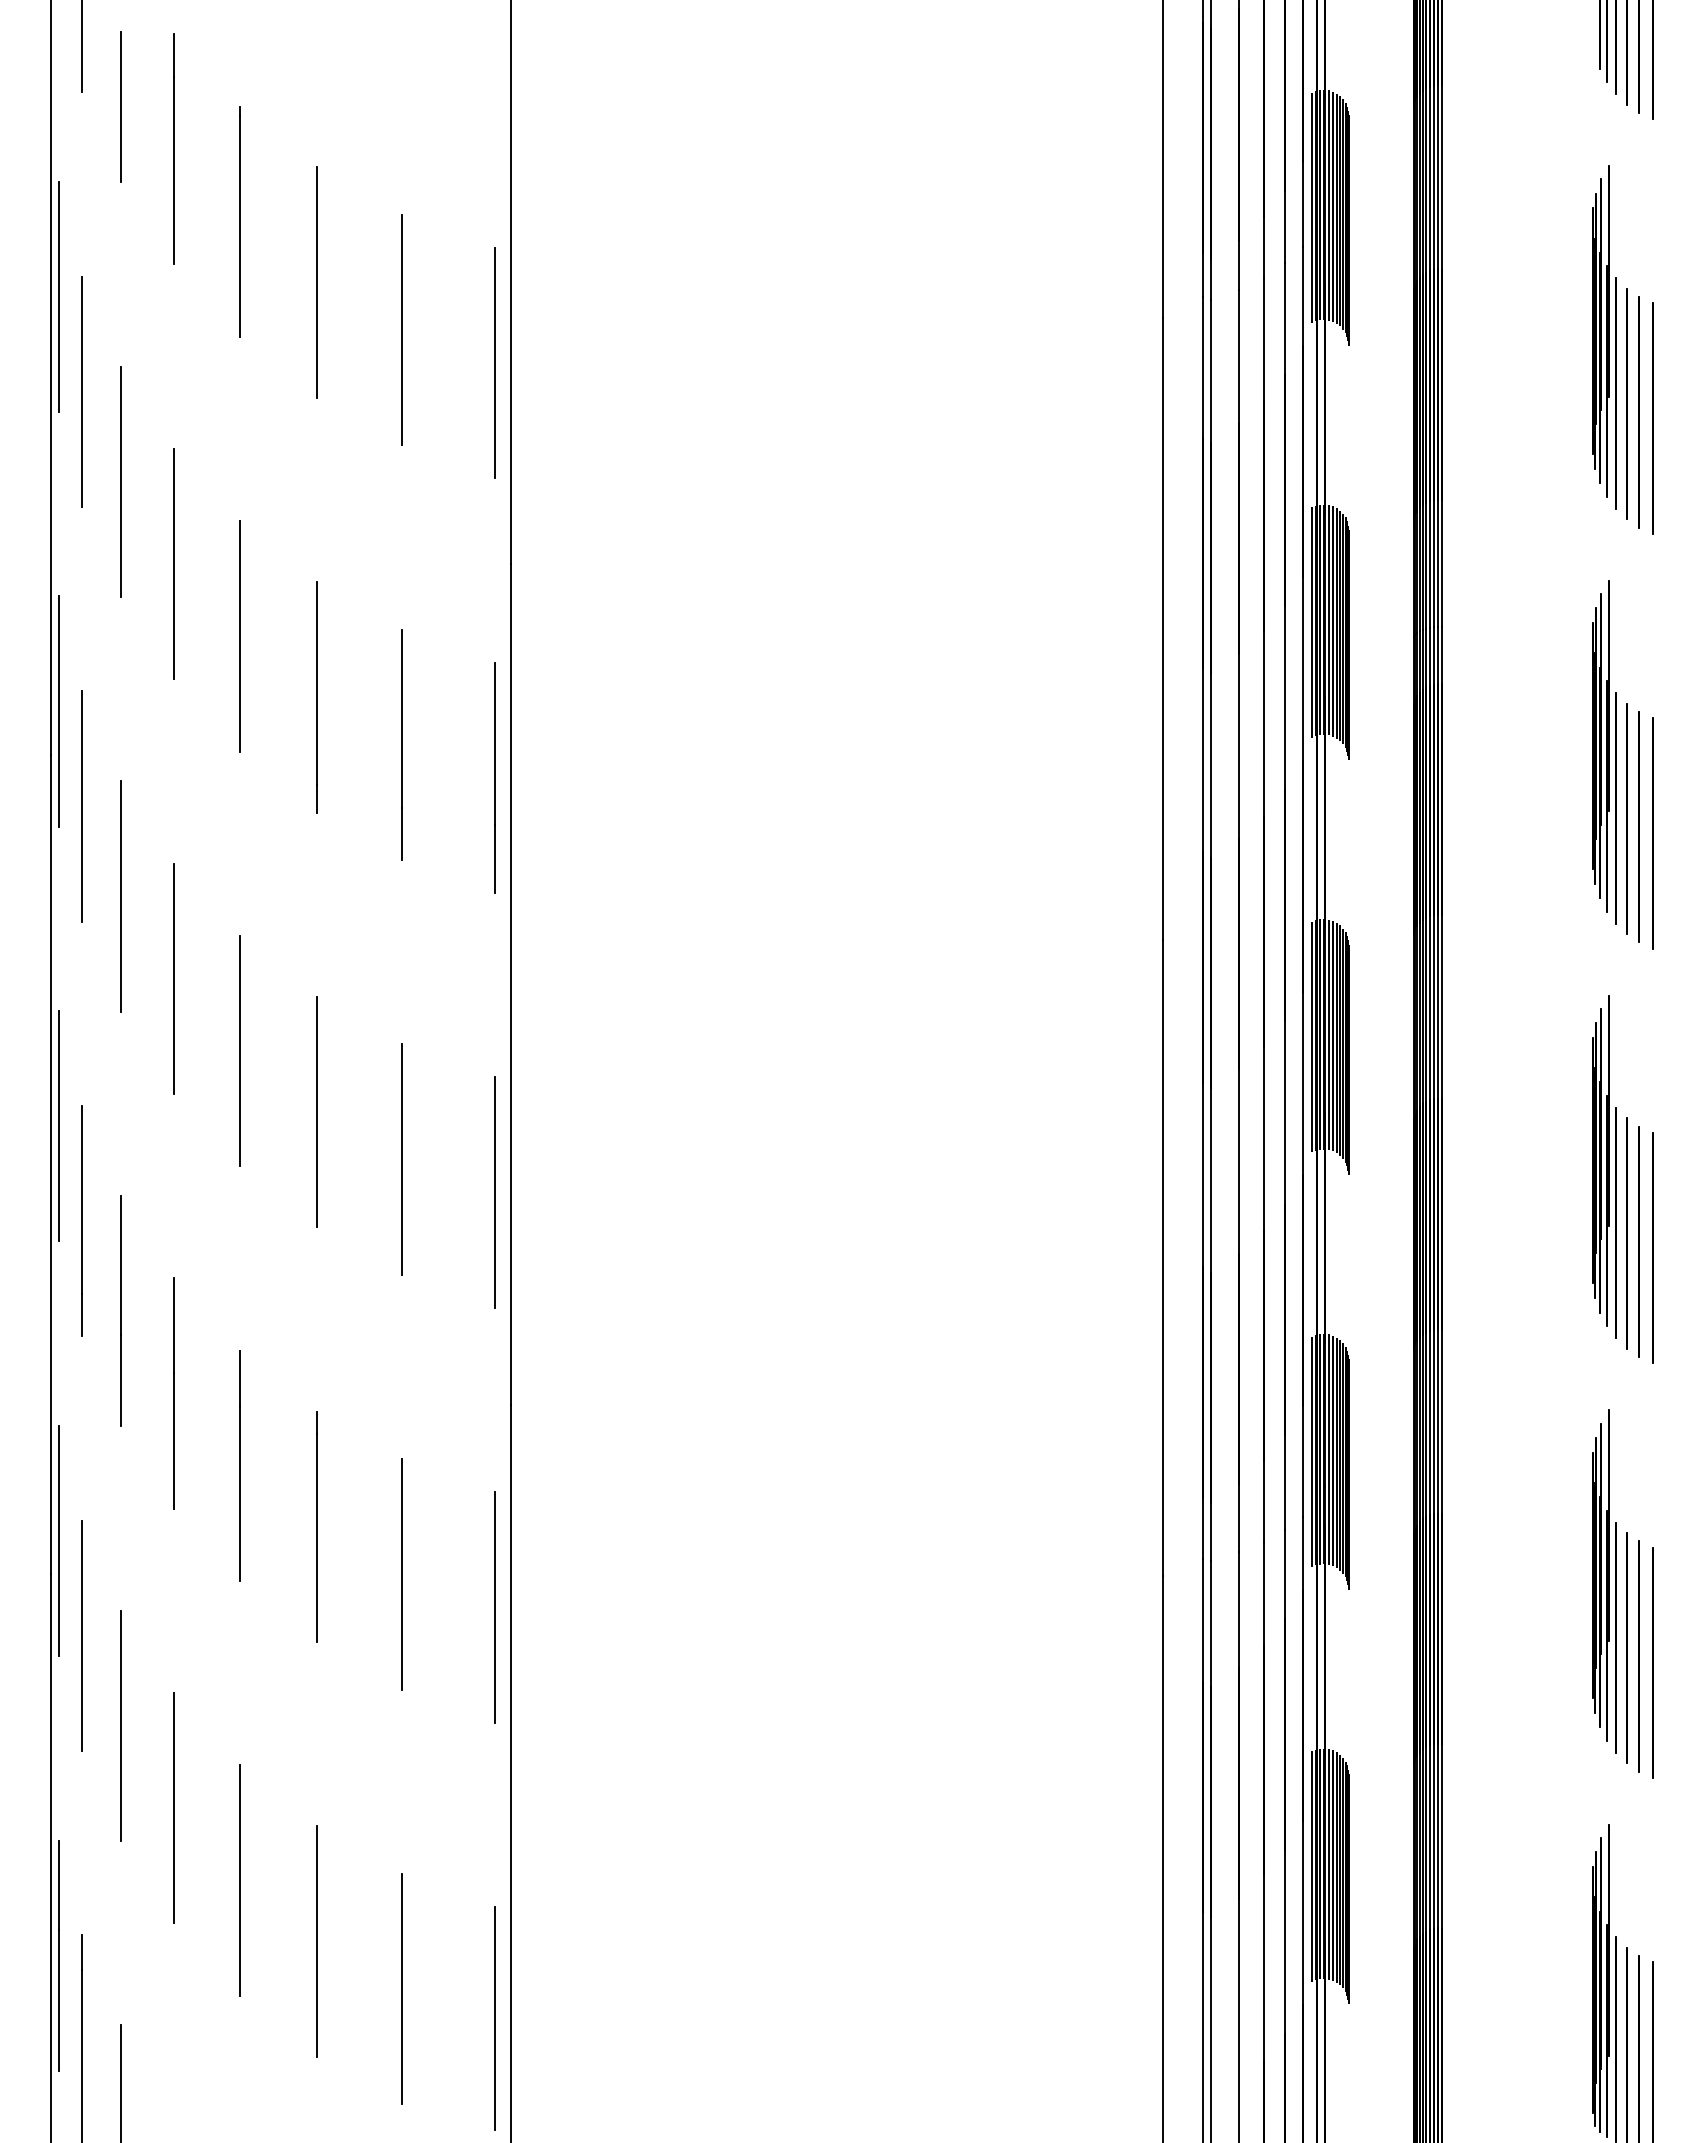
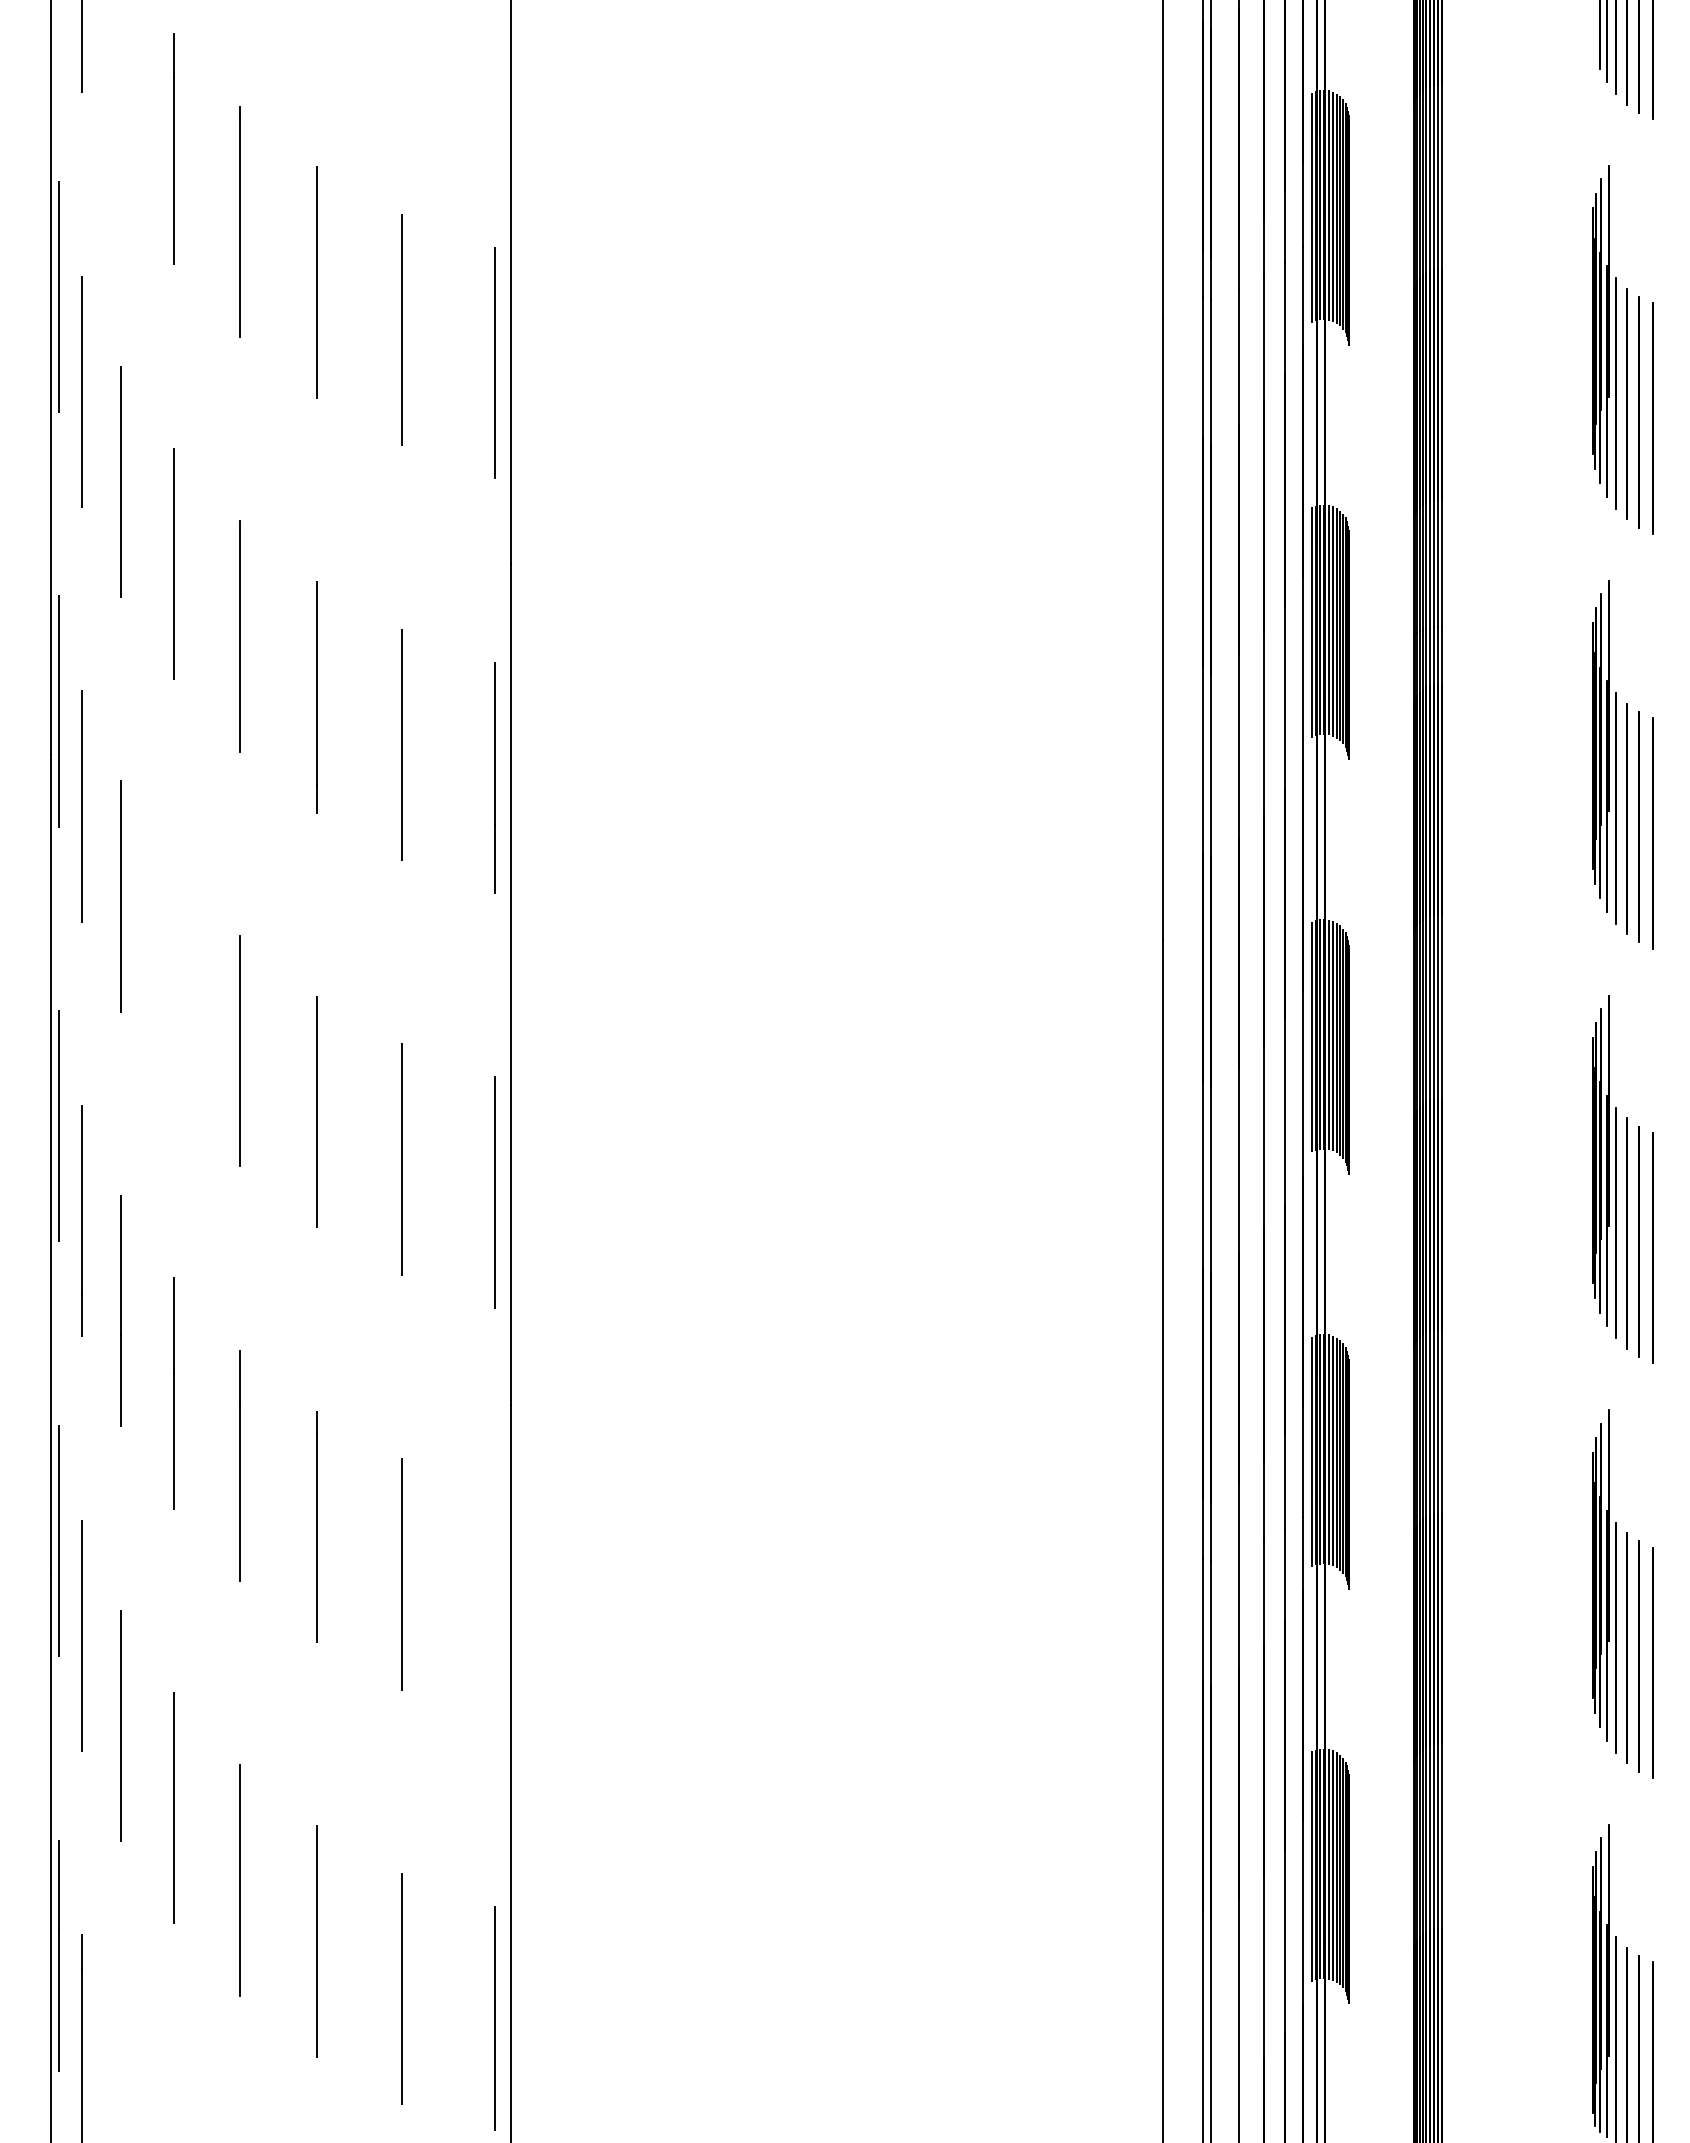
line at (121, 106): present -> none
line at (174, 978): present -> none
line at (494, 1607): present -> none
line at (121, 2082): present -> none
